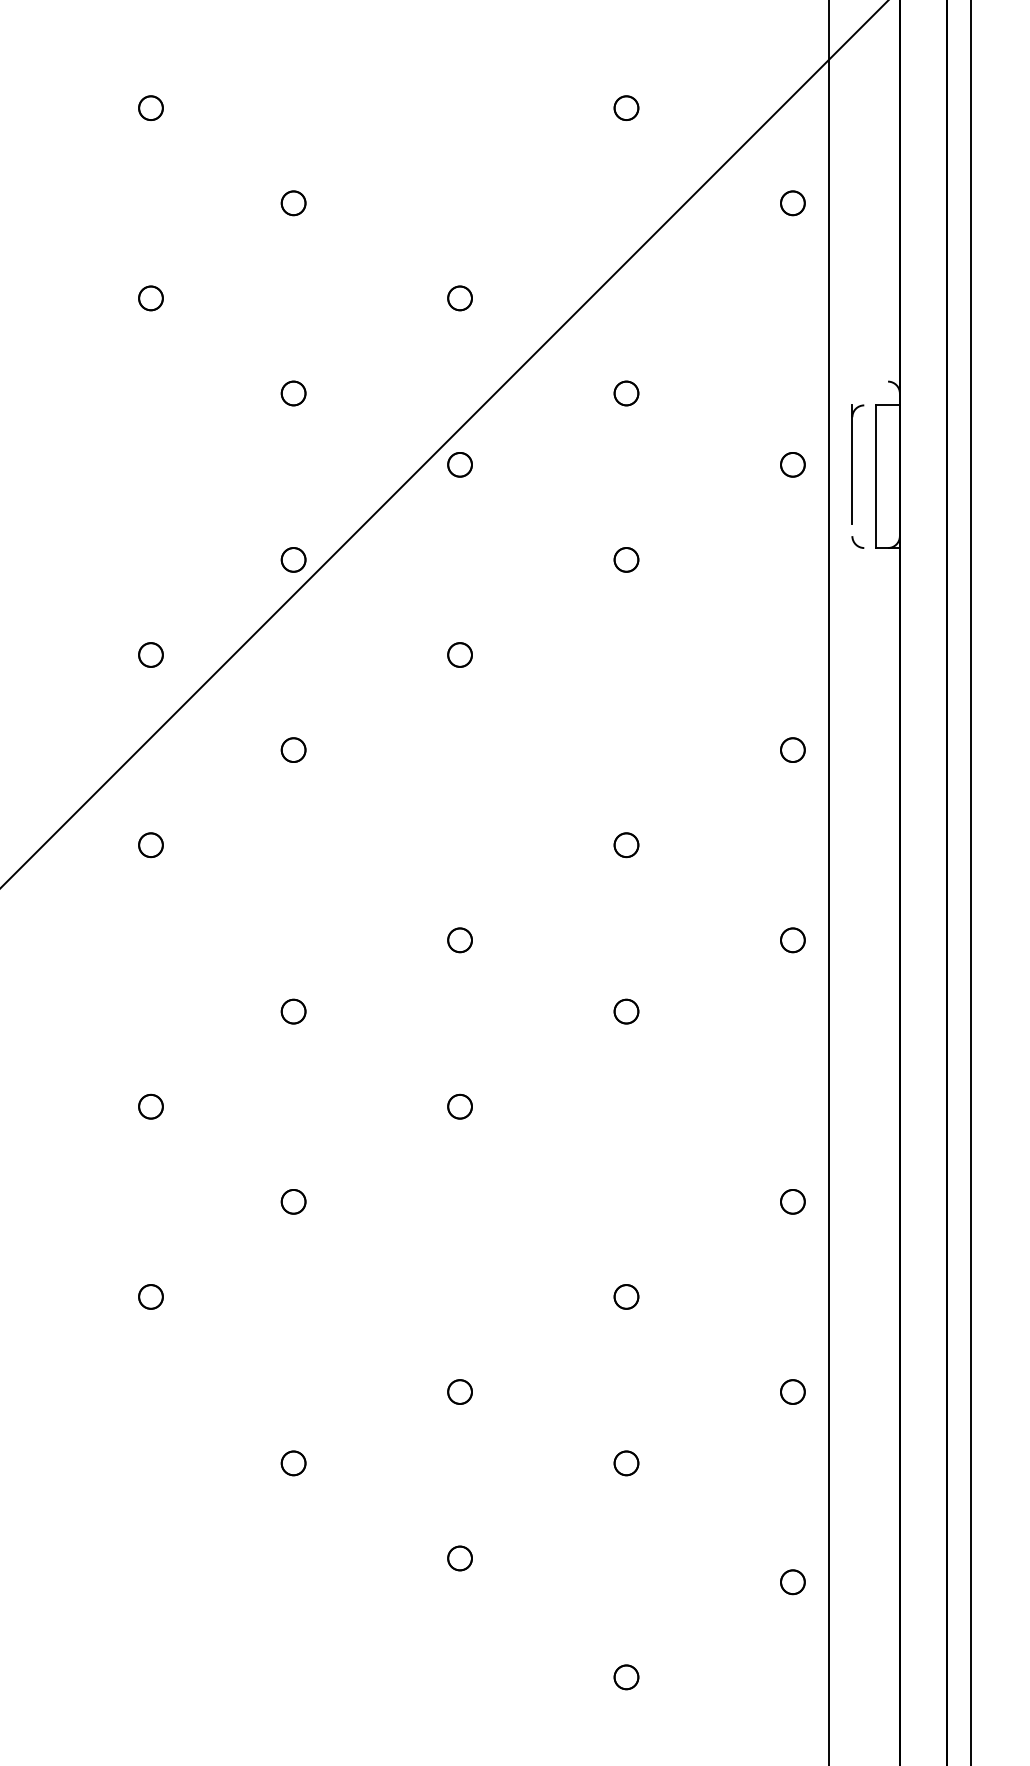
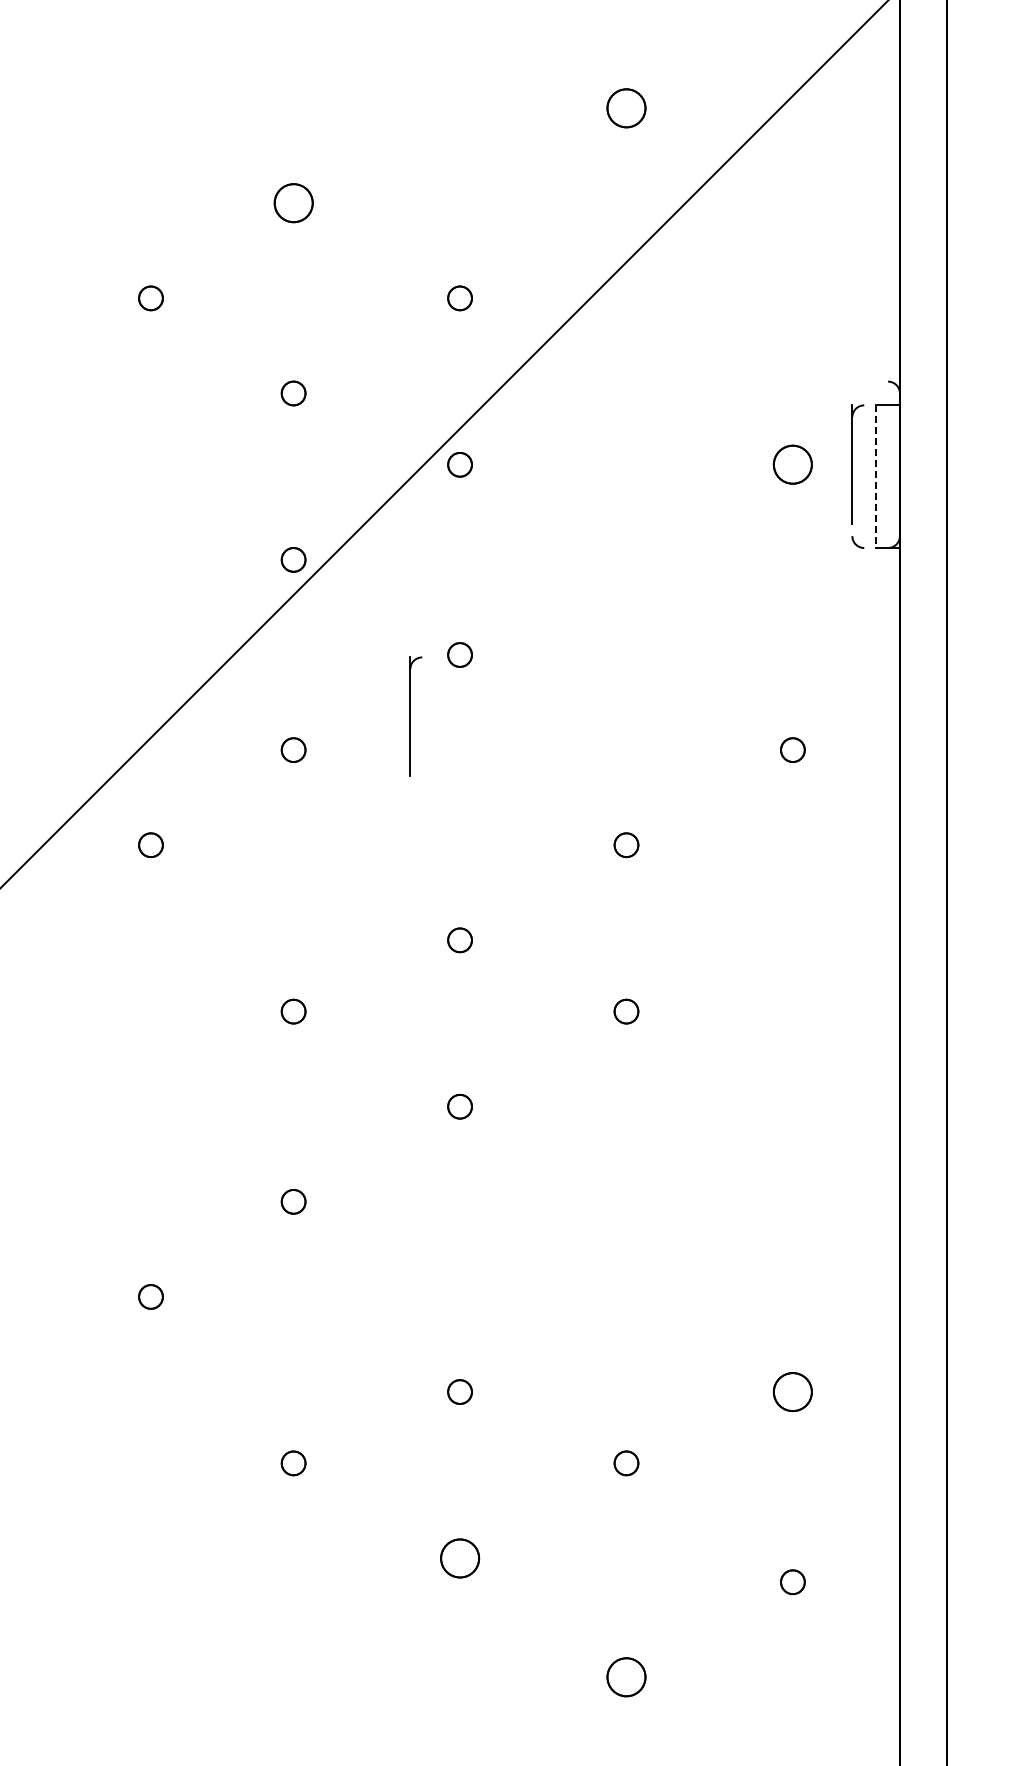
part at (150, 107): present -> none
part at (626, 107) size: 27x26 px -> 41x41 px
part at (293, 203) size: 27x27 px -> 41x41 px
part at (792, 203): present -> none
part at (626, 393): present -> none
part at (792, 464) size: 26x26 px -> 41x41 px
line at (876, 477): solid -> dashed
part at (626, 559): present -> none
part at (150, 654): present -> none
part at (415, 716): none -> present
line at (828, 882): present -> none
line at (971, 882): present -> none
part at (792, 940): present -> none
part at (150, 1106): present -> none
part at (792, 1201): present -> none
part at (626, 1296): present -> none
part at (792, 1391) size: 26x26 px -> 41x41 px
part at (459, 1558) size: 26x27 px -> 41x41 px
part at (626, 1677) size: 27x27 px -> 41x41 px
